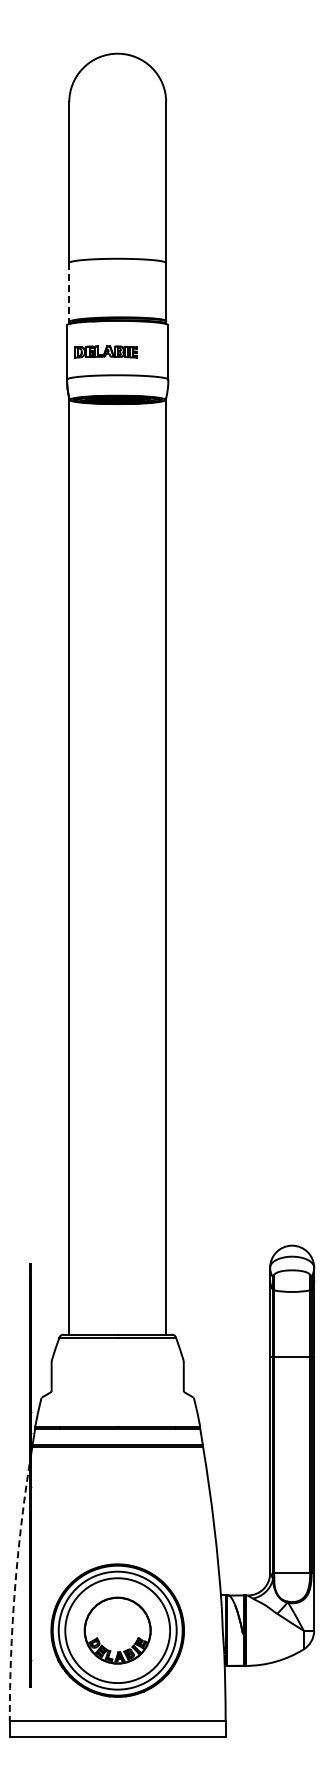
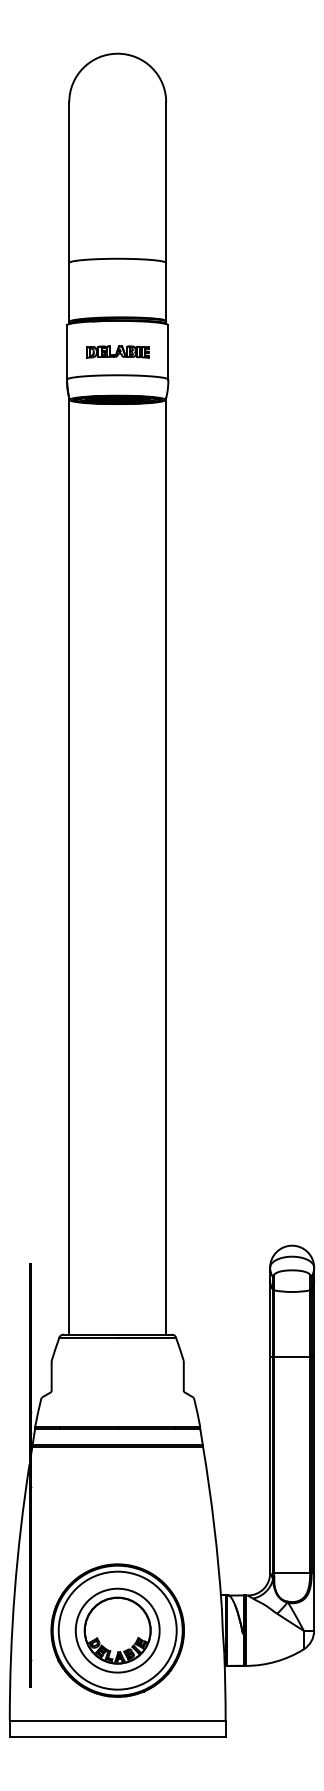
line at (69, 292): dashed -> solid
part at (105, 351) position: (105, 351) -> (117, 351)
arc at (14, 1591): dashed -> solid
circle at (117, 1630) diameter: 105 px -> 84 px
